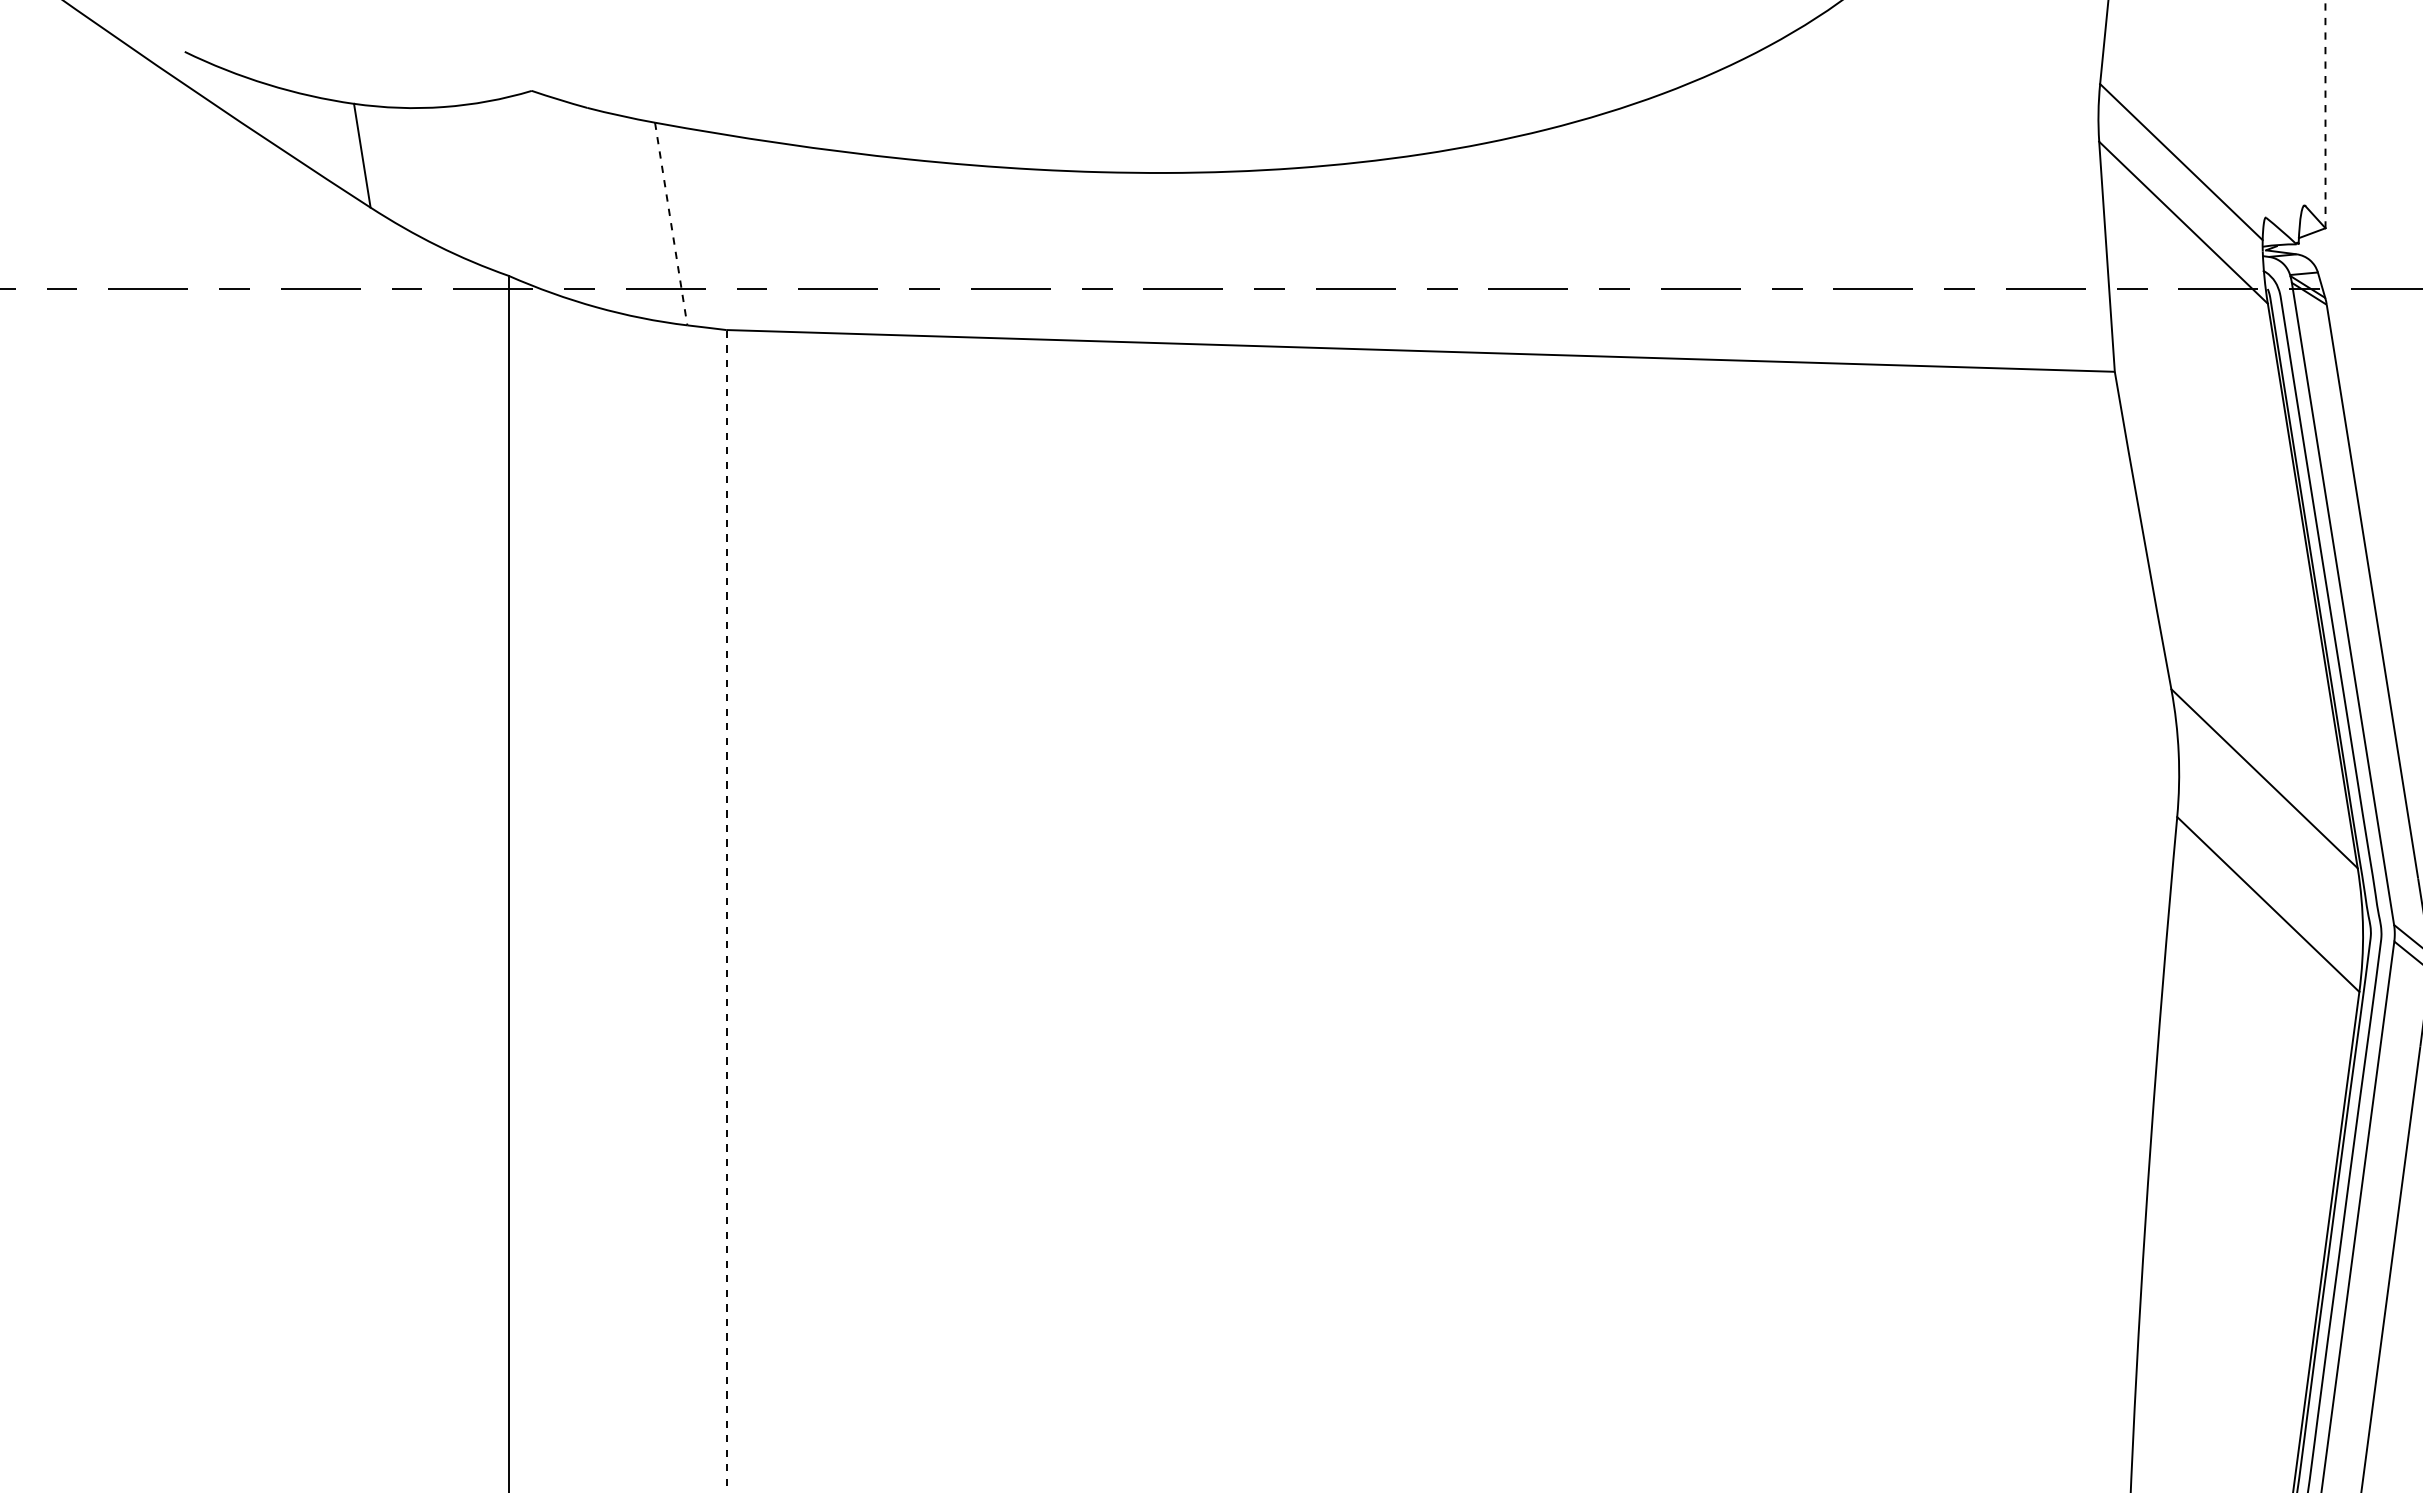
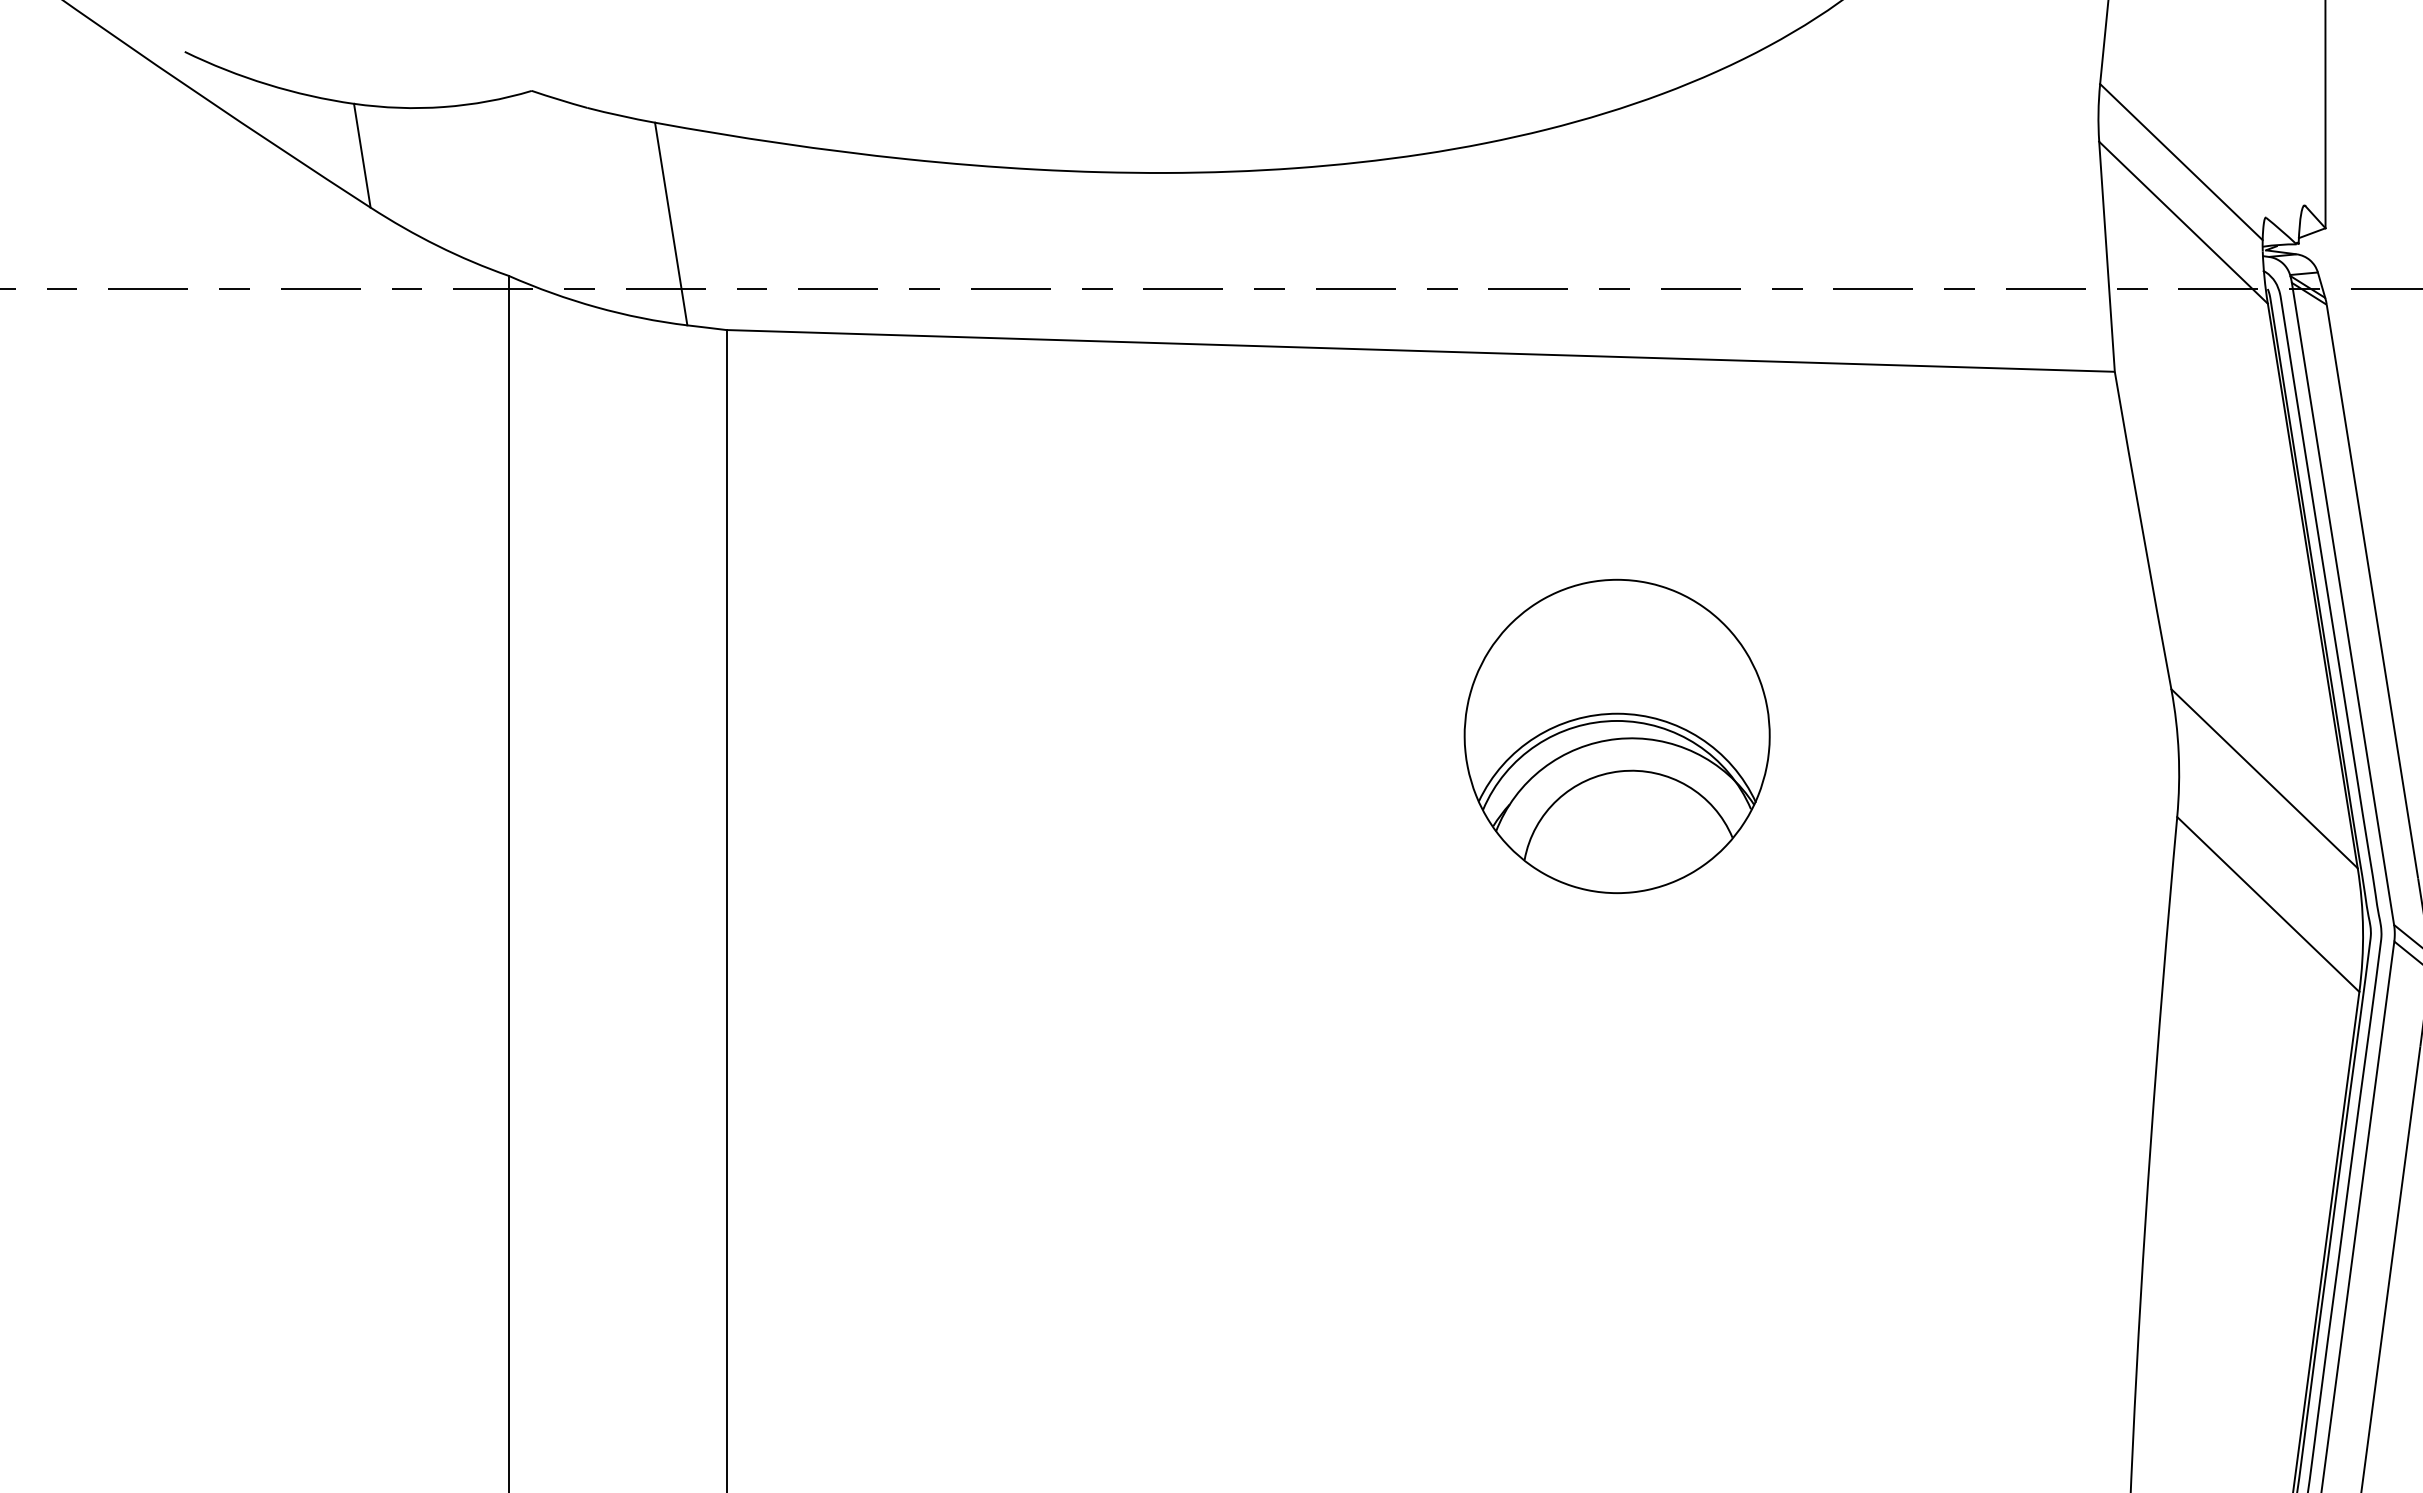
line at (2325, 114): dashed -> solid
line at (671, 224): dashed -> solid
part at (1616, 736): none -> present
line at (726, 910): dashed -> solid
